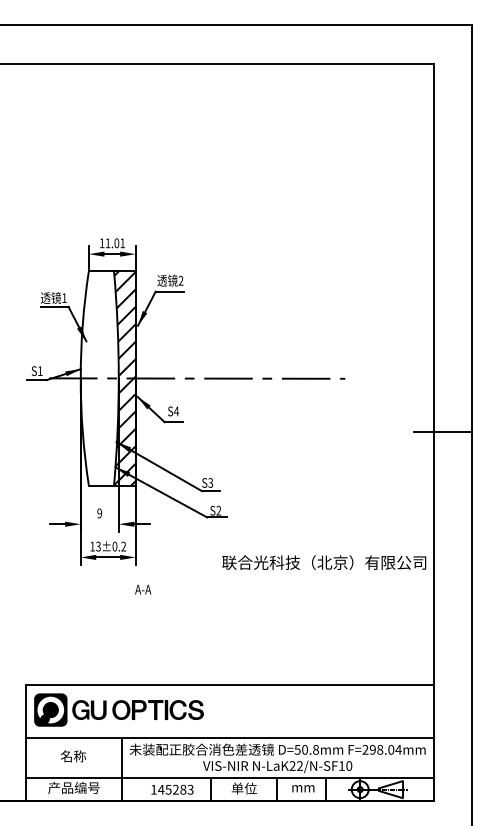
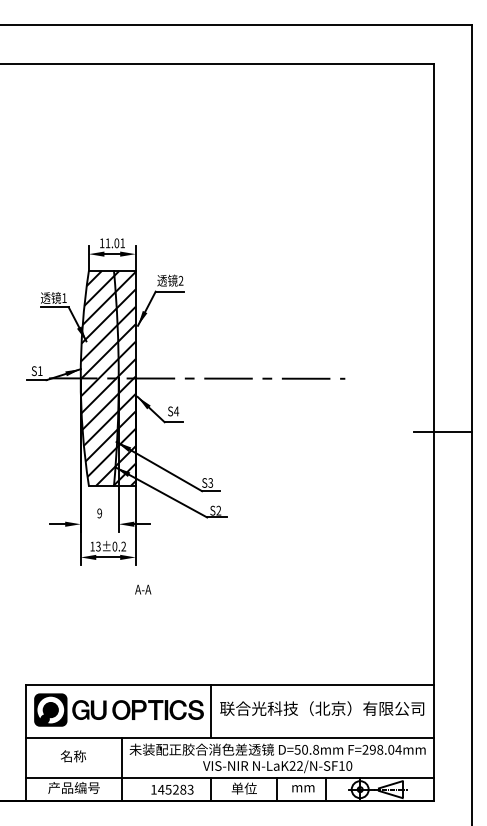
hatch at (99, 378): none -> present
text at (324, 562) position: (324, 562) -> (322, 708)
line at (211, 710): none -> present
